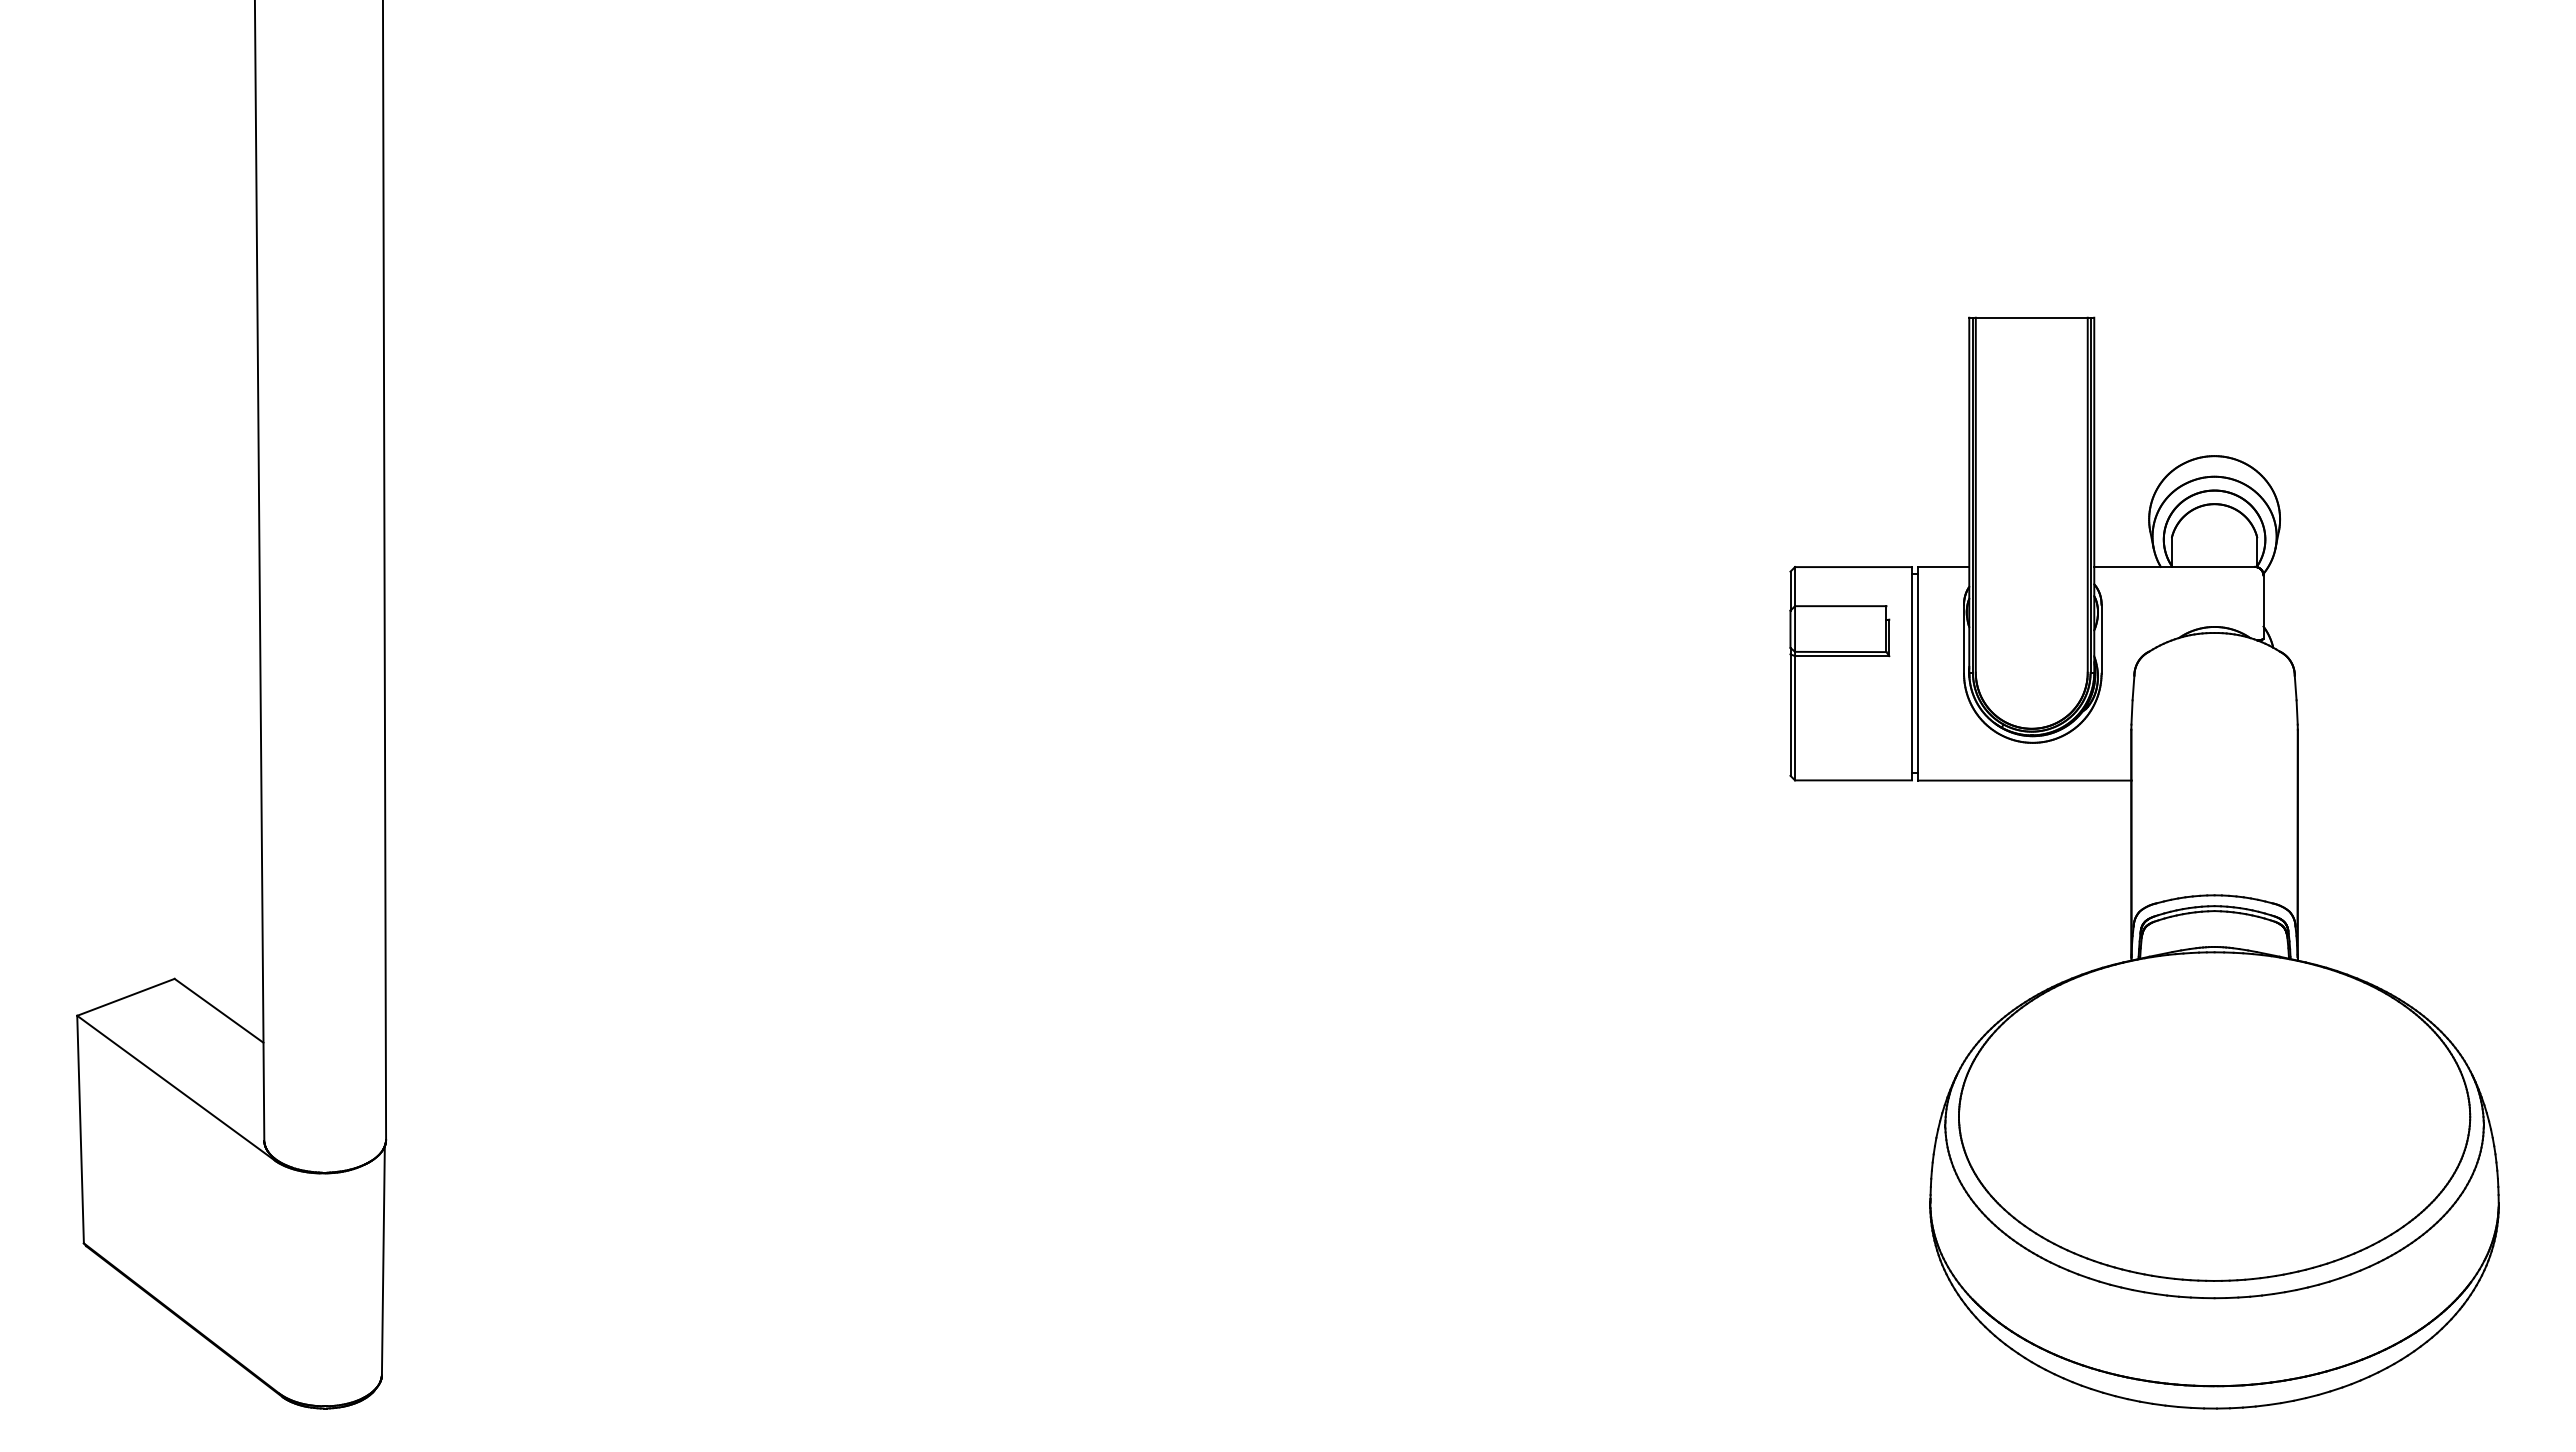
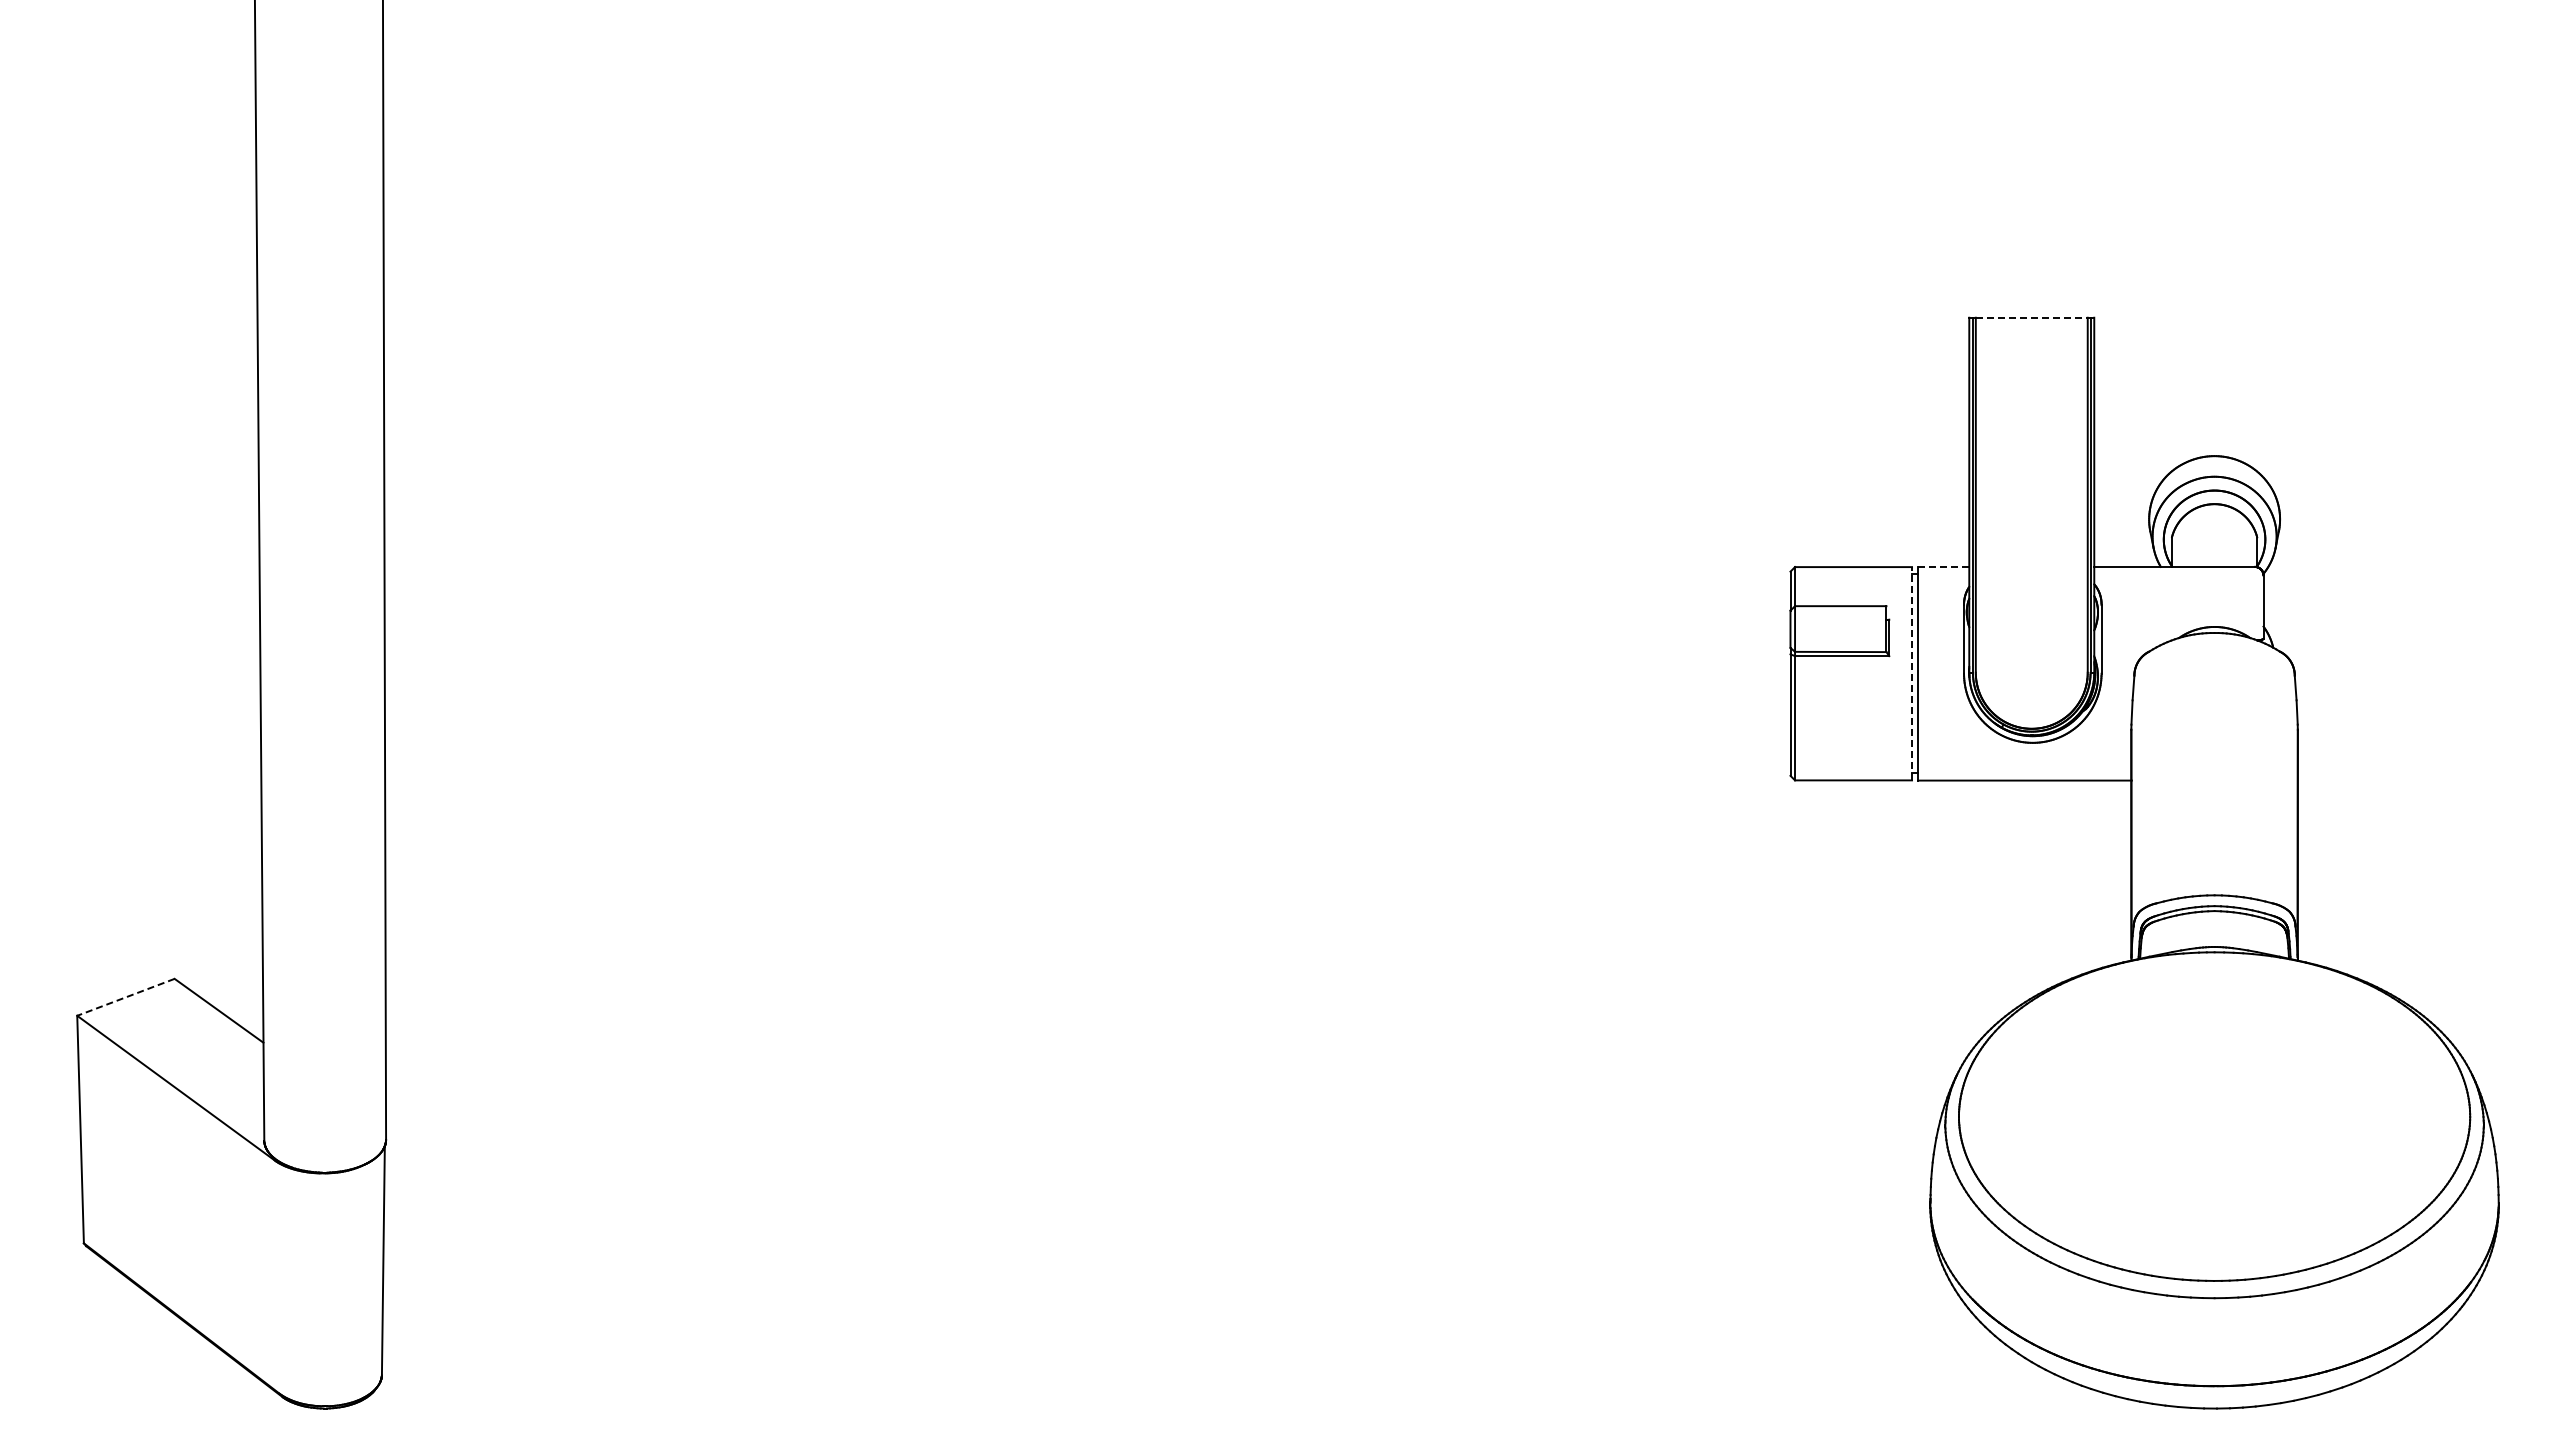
line at (2031, 317): solid -> dashed
line at (1943, 566): solid -> dashed
line at (1912, 673): solid -> dashed
line at (125, 997): solid -> dashed
